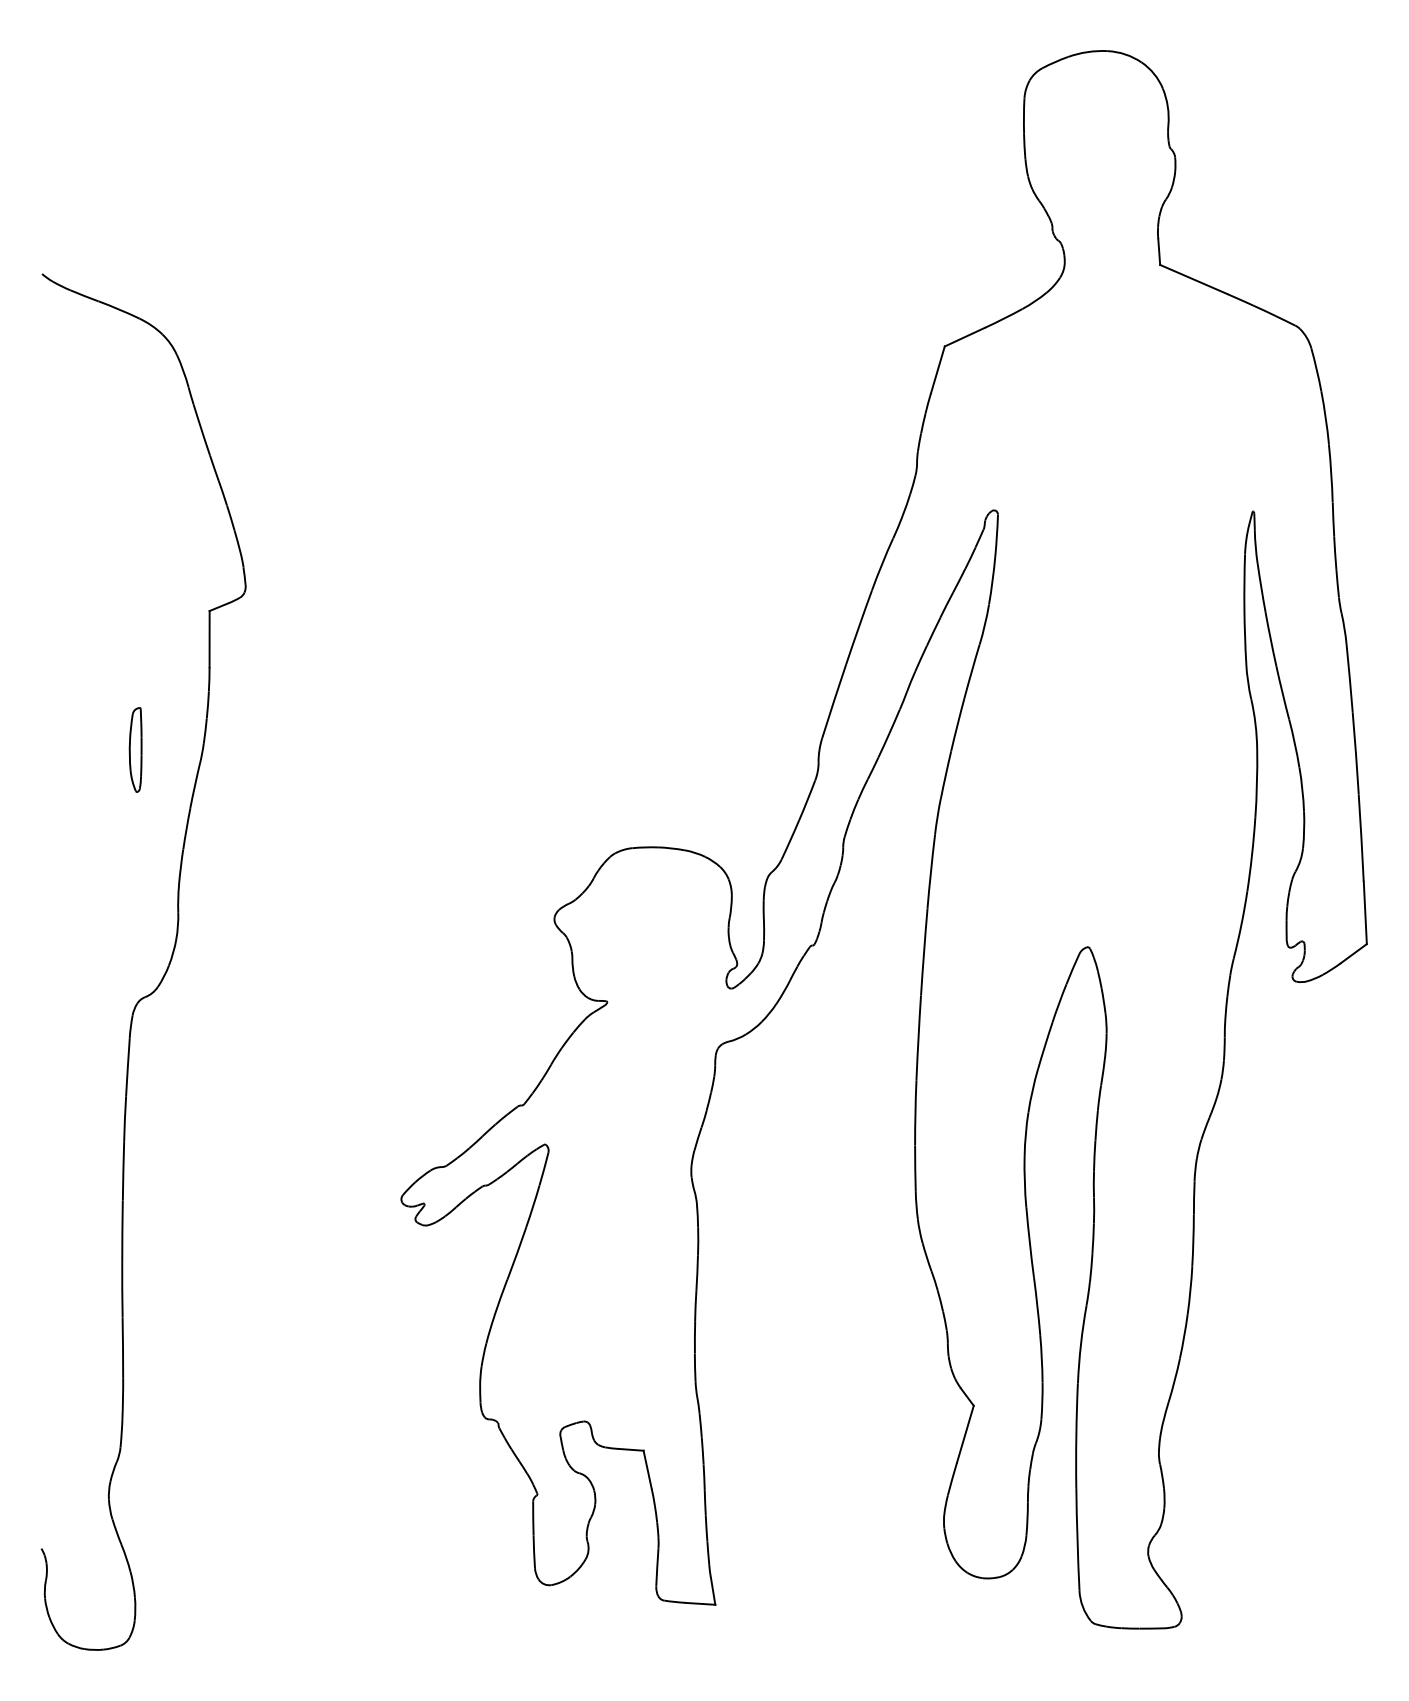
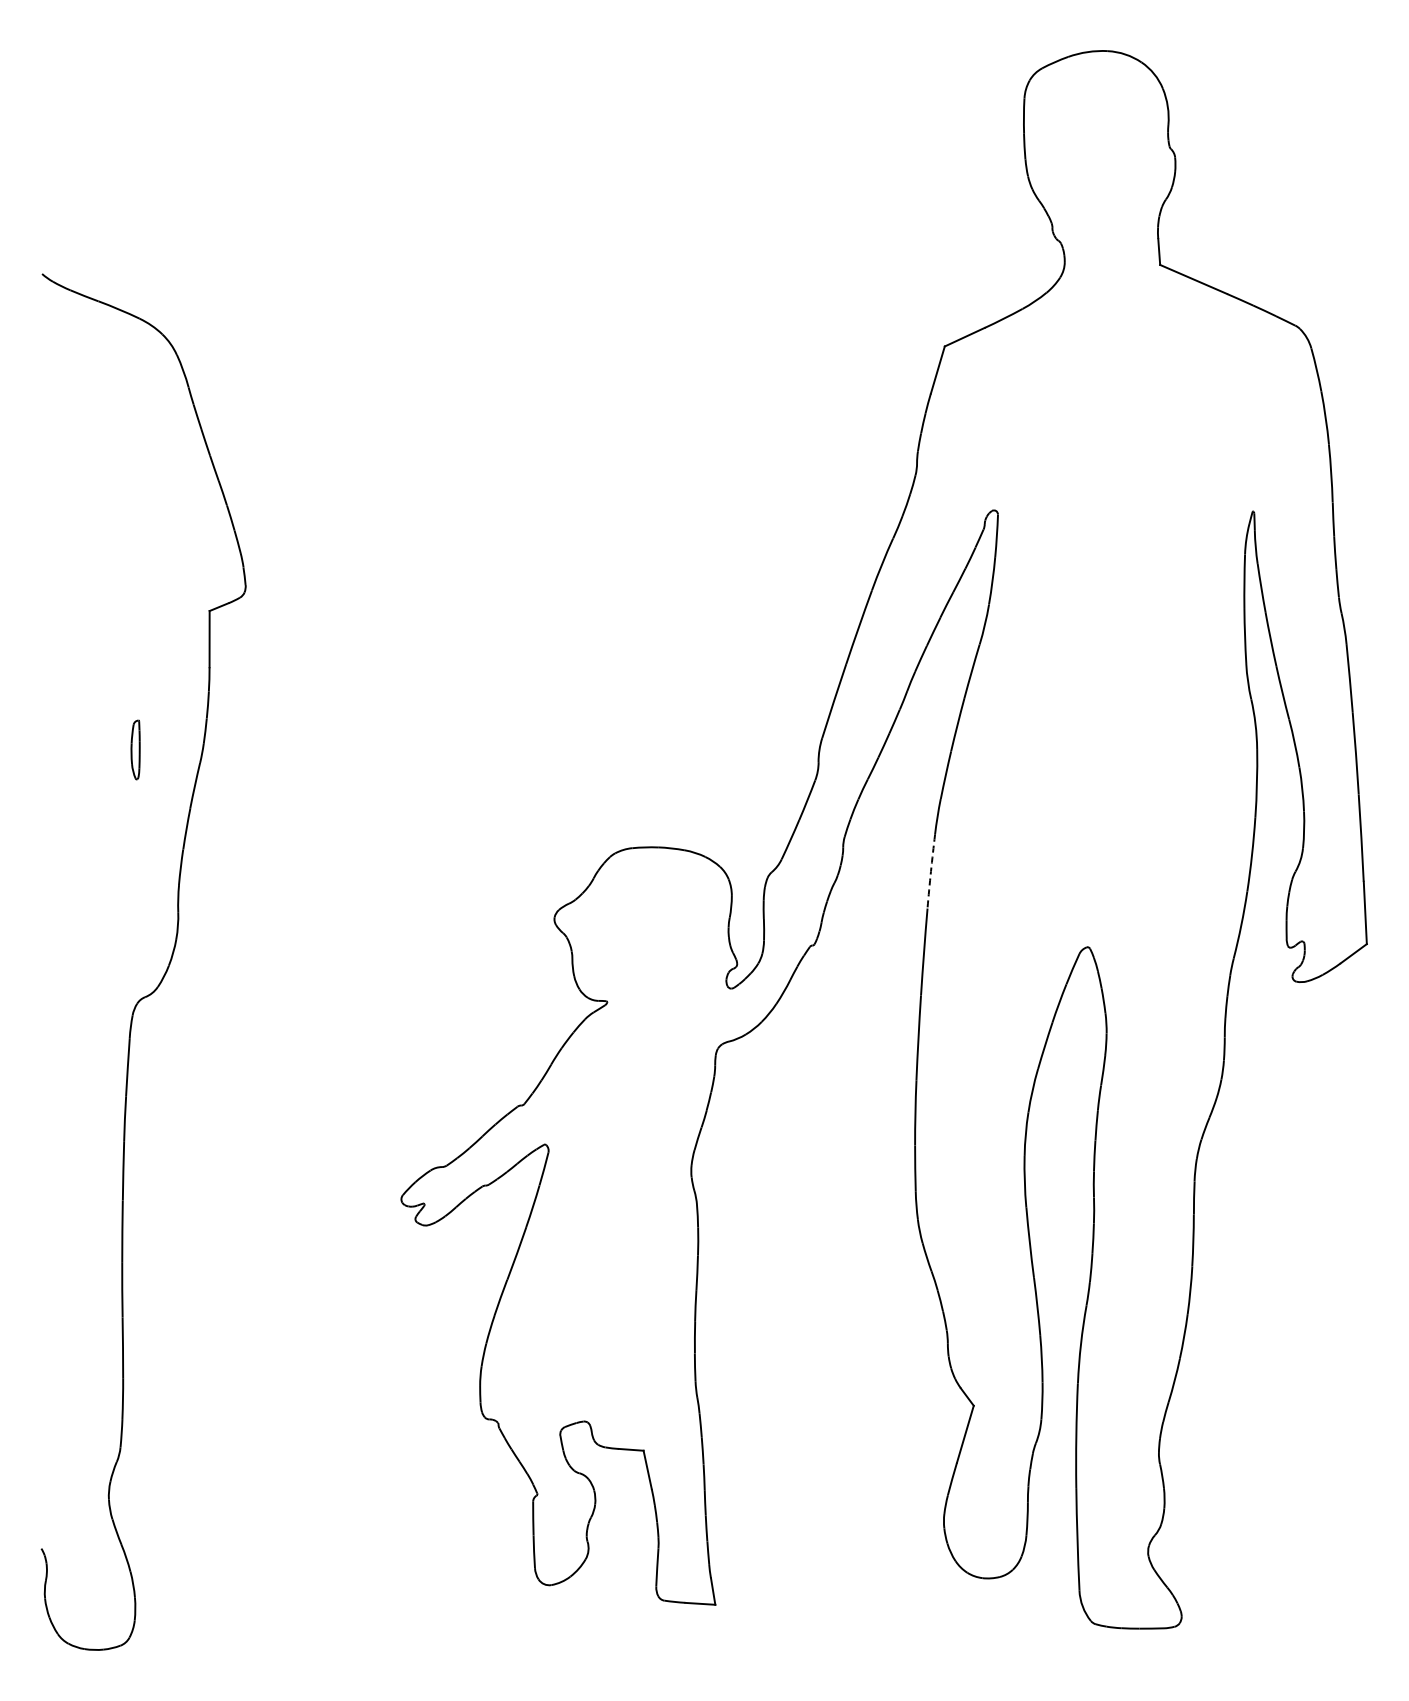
part at (135, 749) size: 15x86 px -> 11x62 px
arc at (930, 871): solid -> dashed
